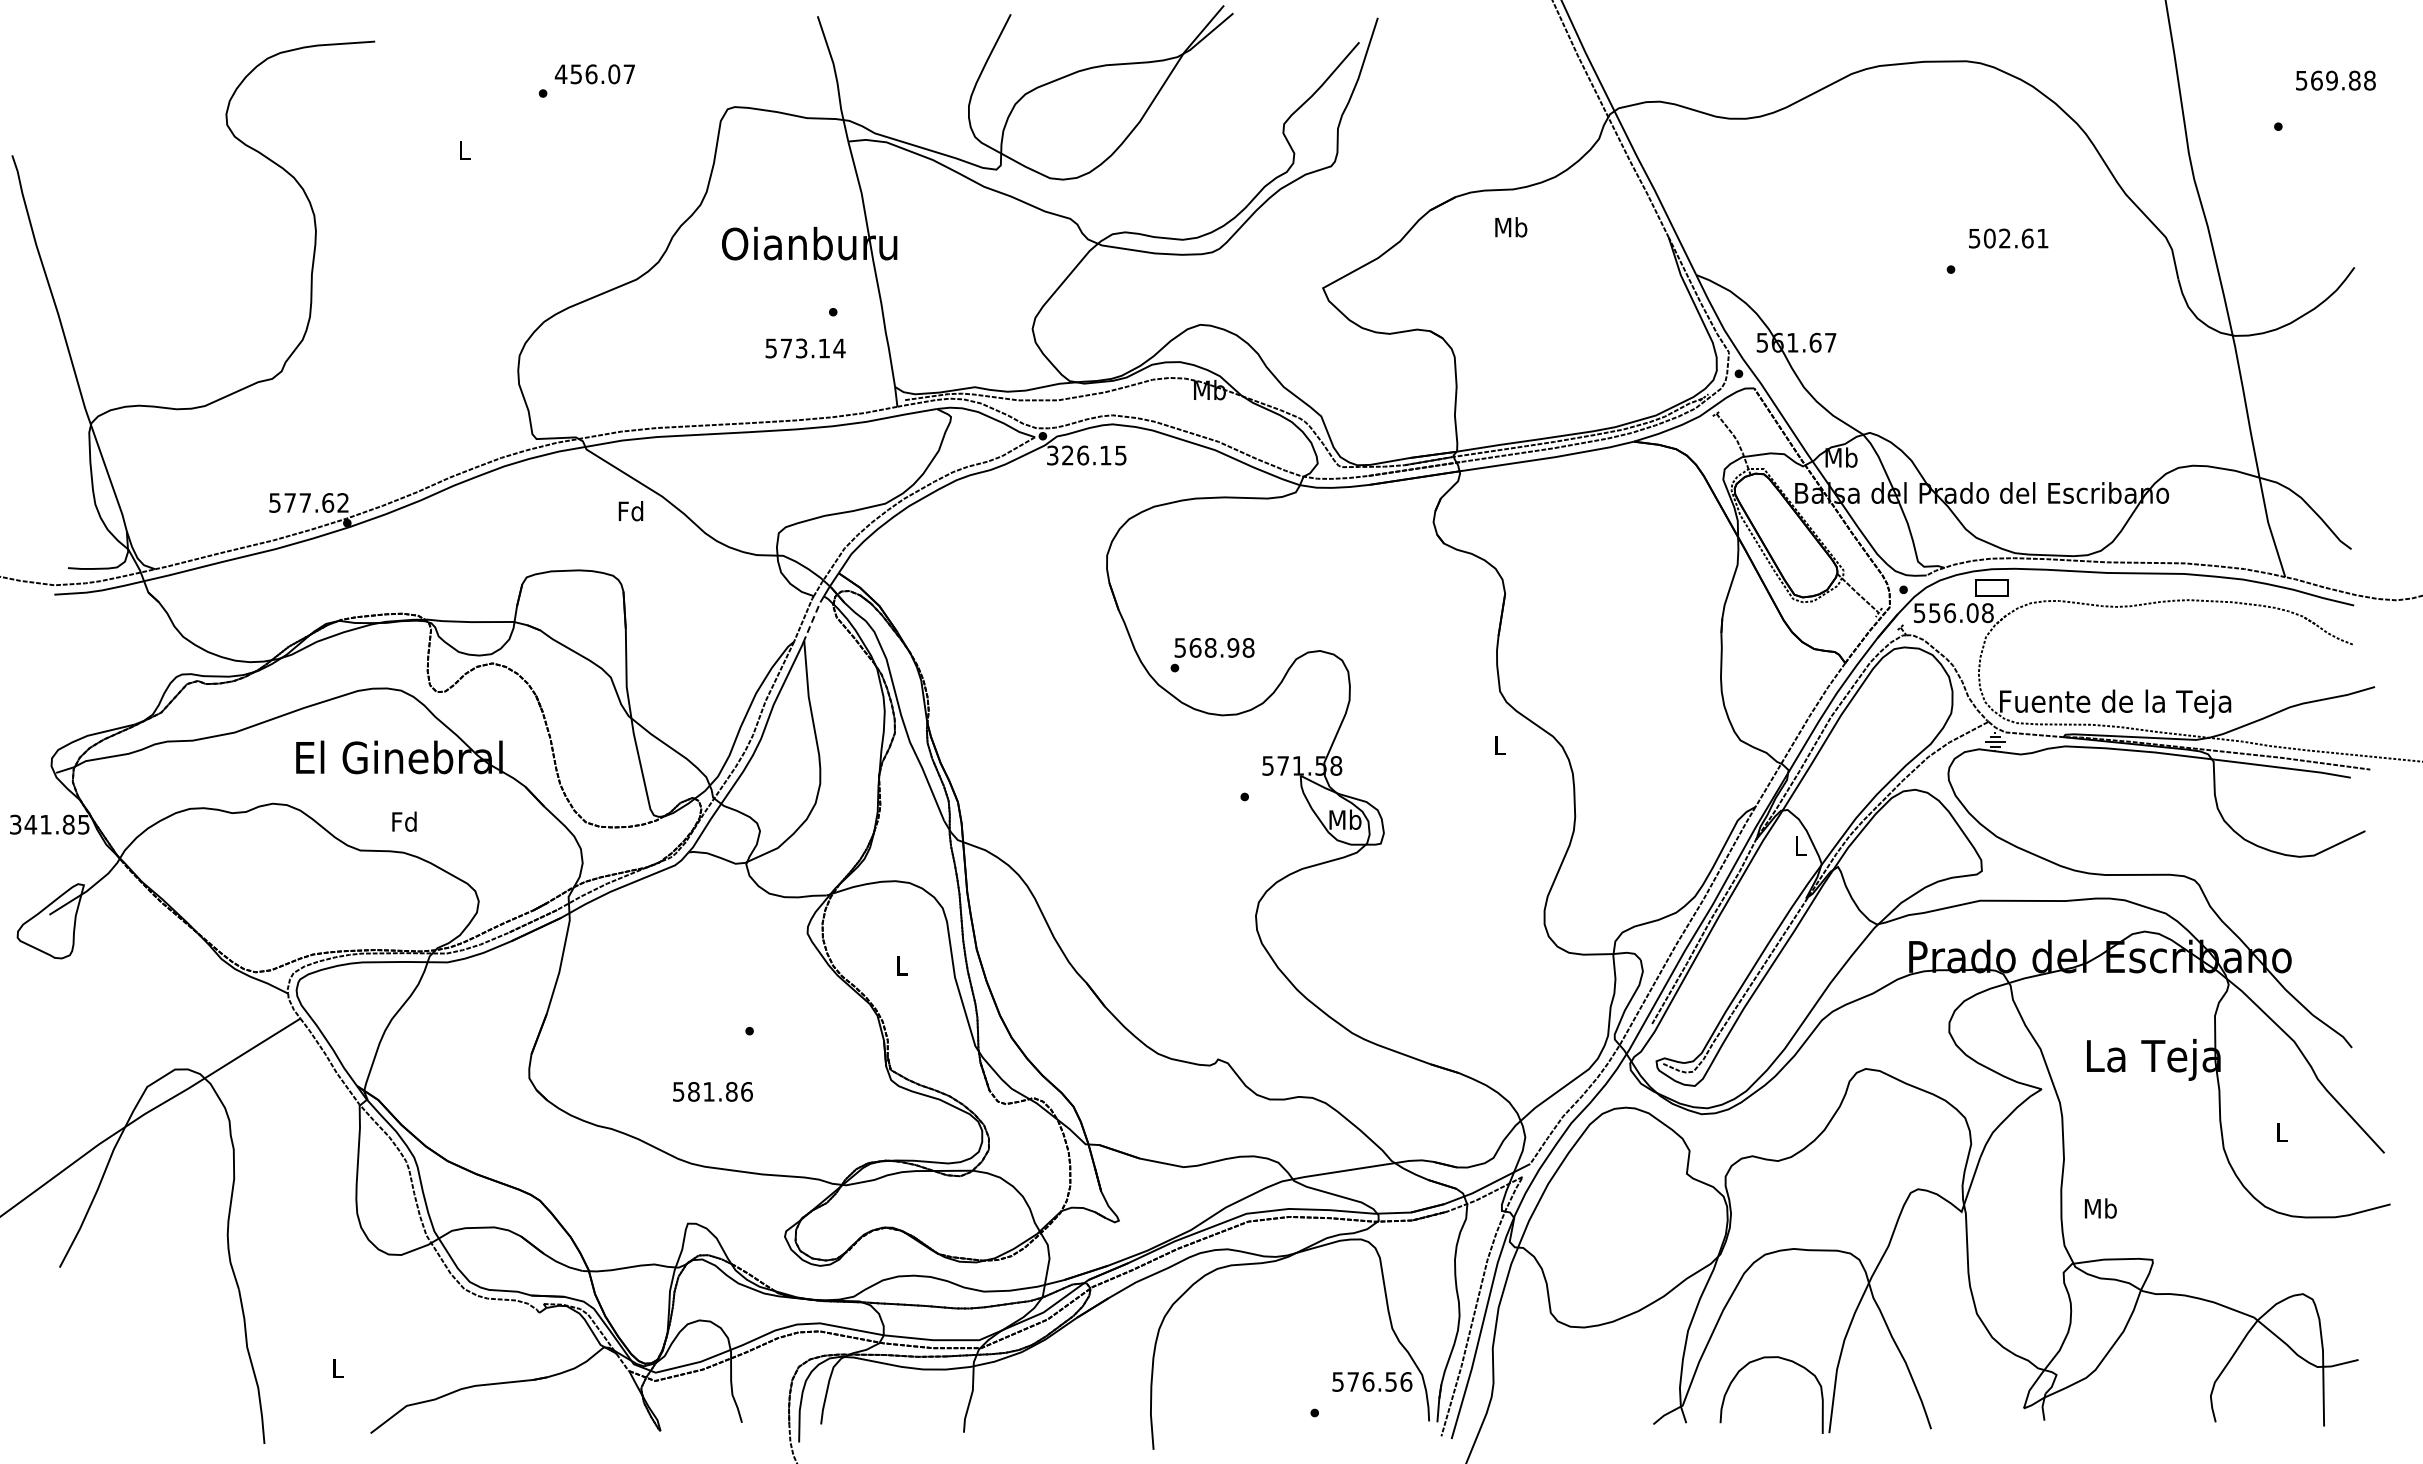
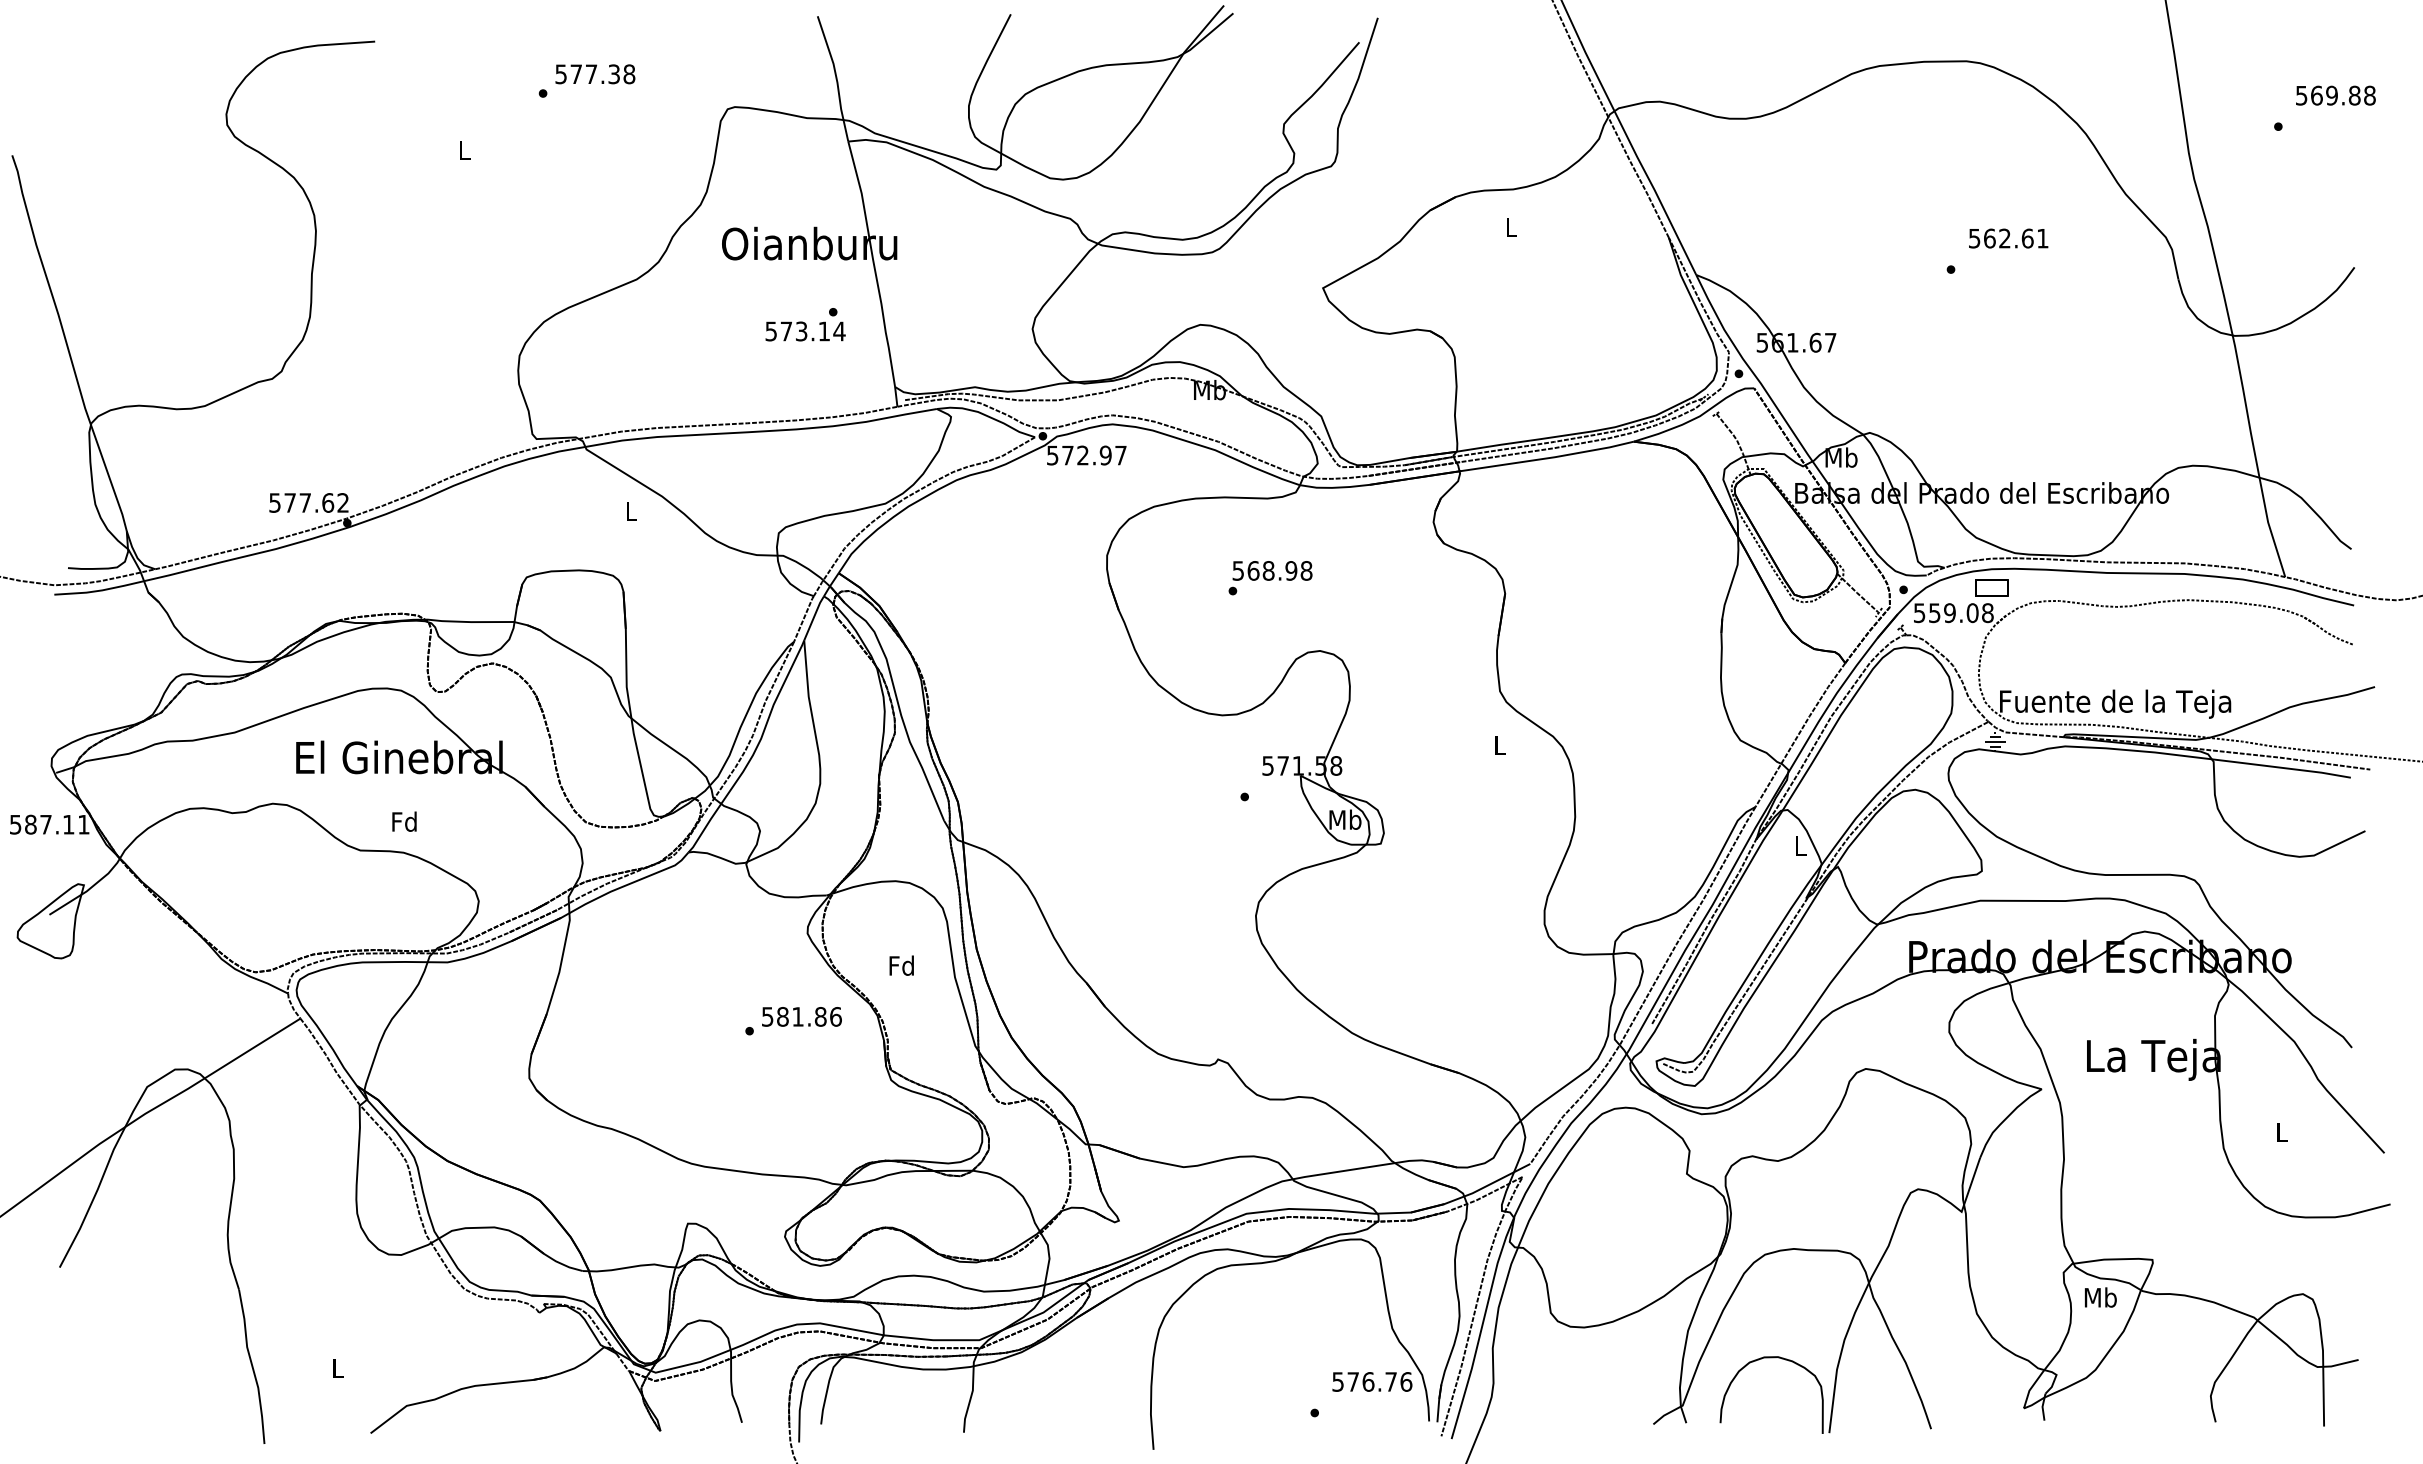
text at (594, 74): 456.07 -> 577.38
text at (2335, 80) position: (2335, 80) -> (2335, 95)
text at (1511, 227): Mb -> L
text at (1989, 238): 502.61 -> 562.61
text at (805, 348) position: (805, 348) -> (805, 331)
text at (1086, 455): 326.15 -> 572.97
text at (630, 511): Fd -> L
text at (1949, 613): 556.08 -> 559.08
line at (813, 617): dashed -> solid
text at (1212, 655) position: (1212, 655) -> (1270, 578)
text at (49, 824): 341.85 -> 587.11
text at (901, 965): L -> Fd
text at (712, 1091) position: (712, 1091) -> (801, 1016)
text at (2100, 1208) position: (2100, 1208) -> (2100, 1297)
text at (1390, 1381): 576.56 -> 576.76
